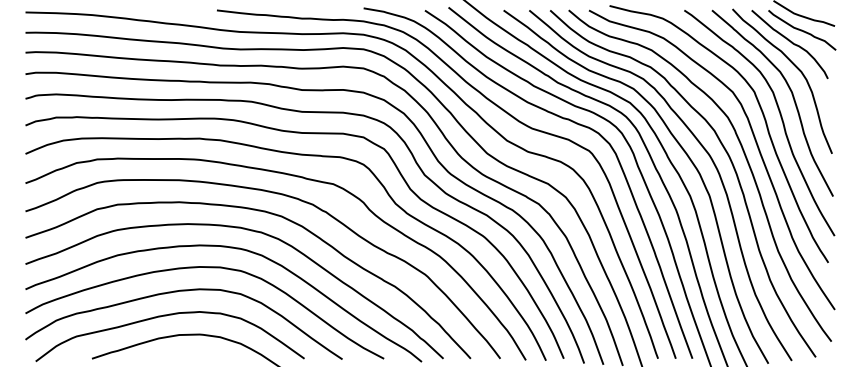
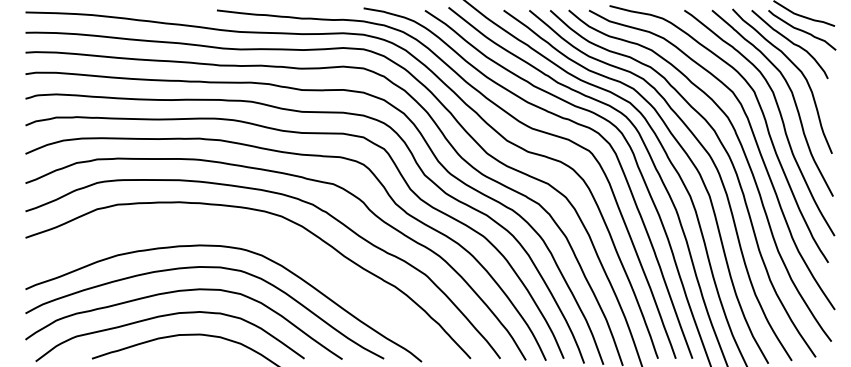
curve at (246, 230): present -> none
